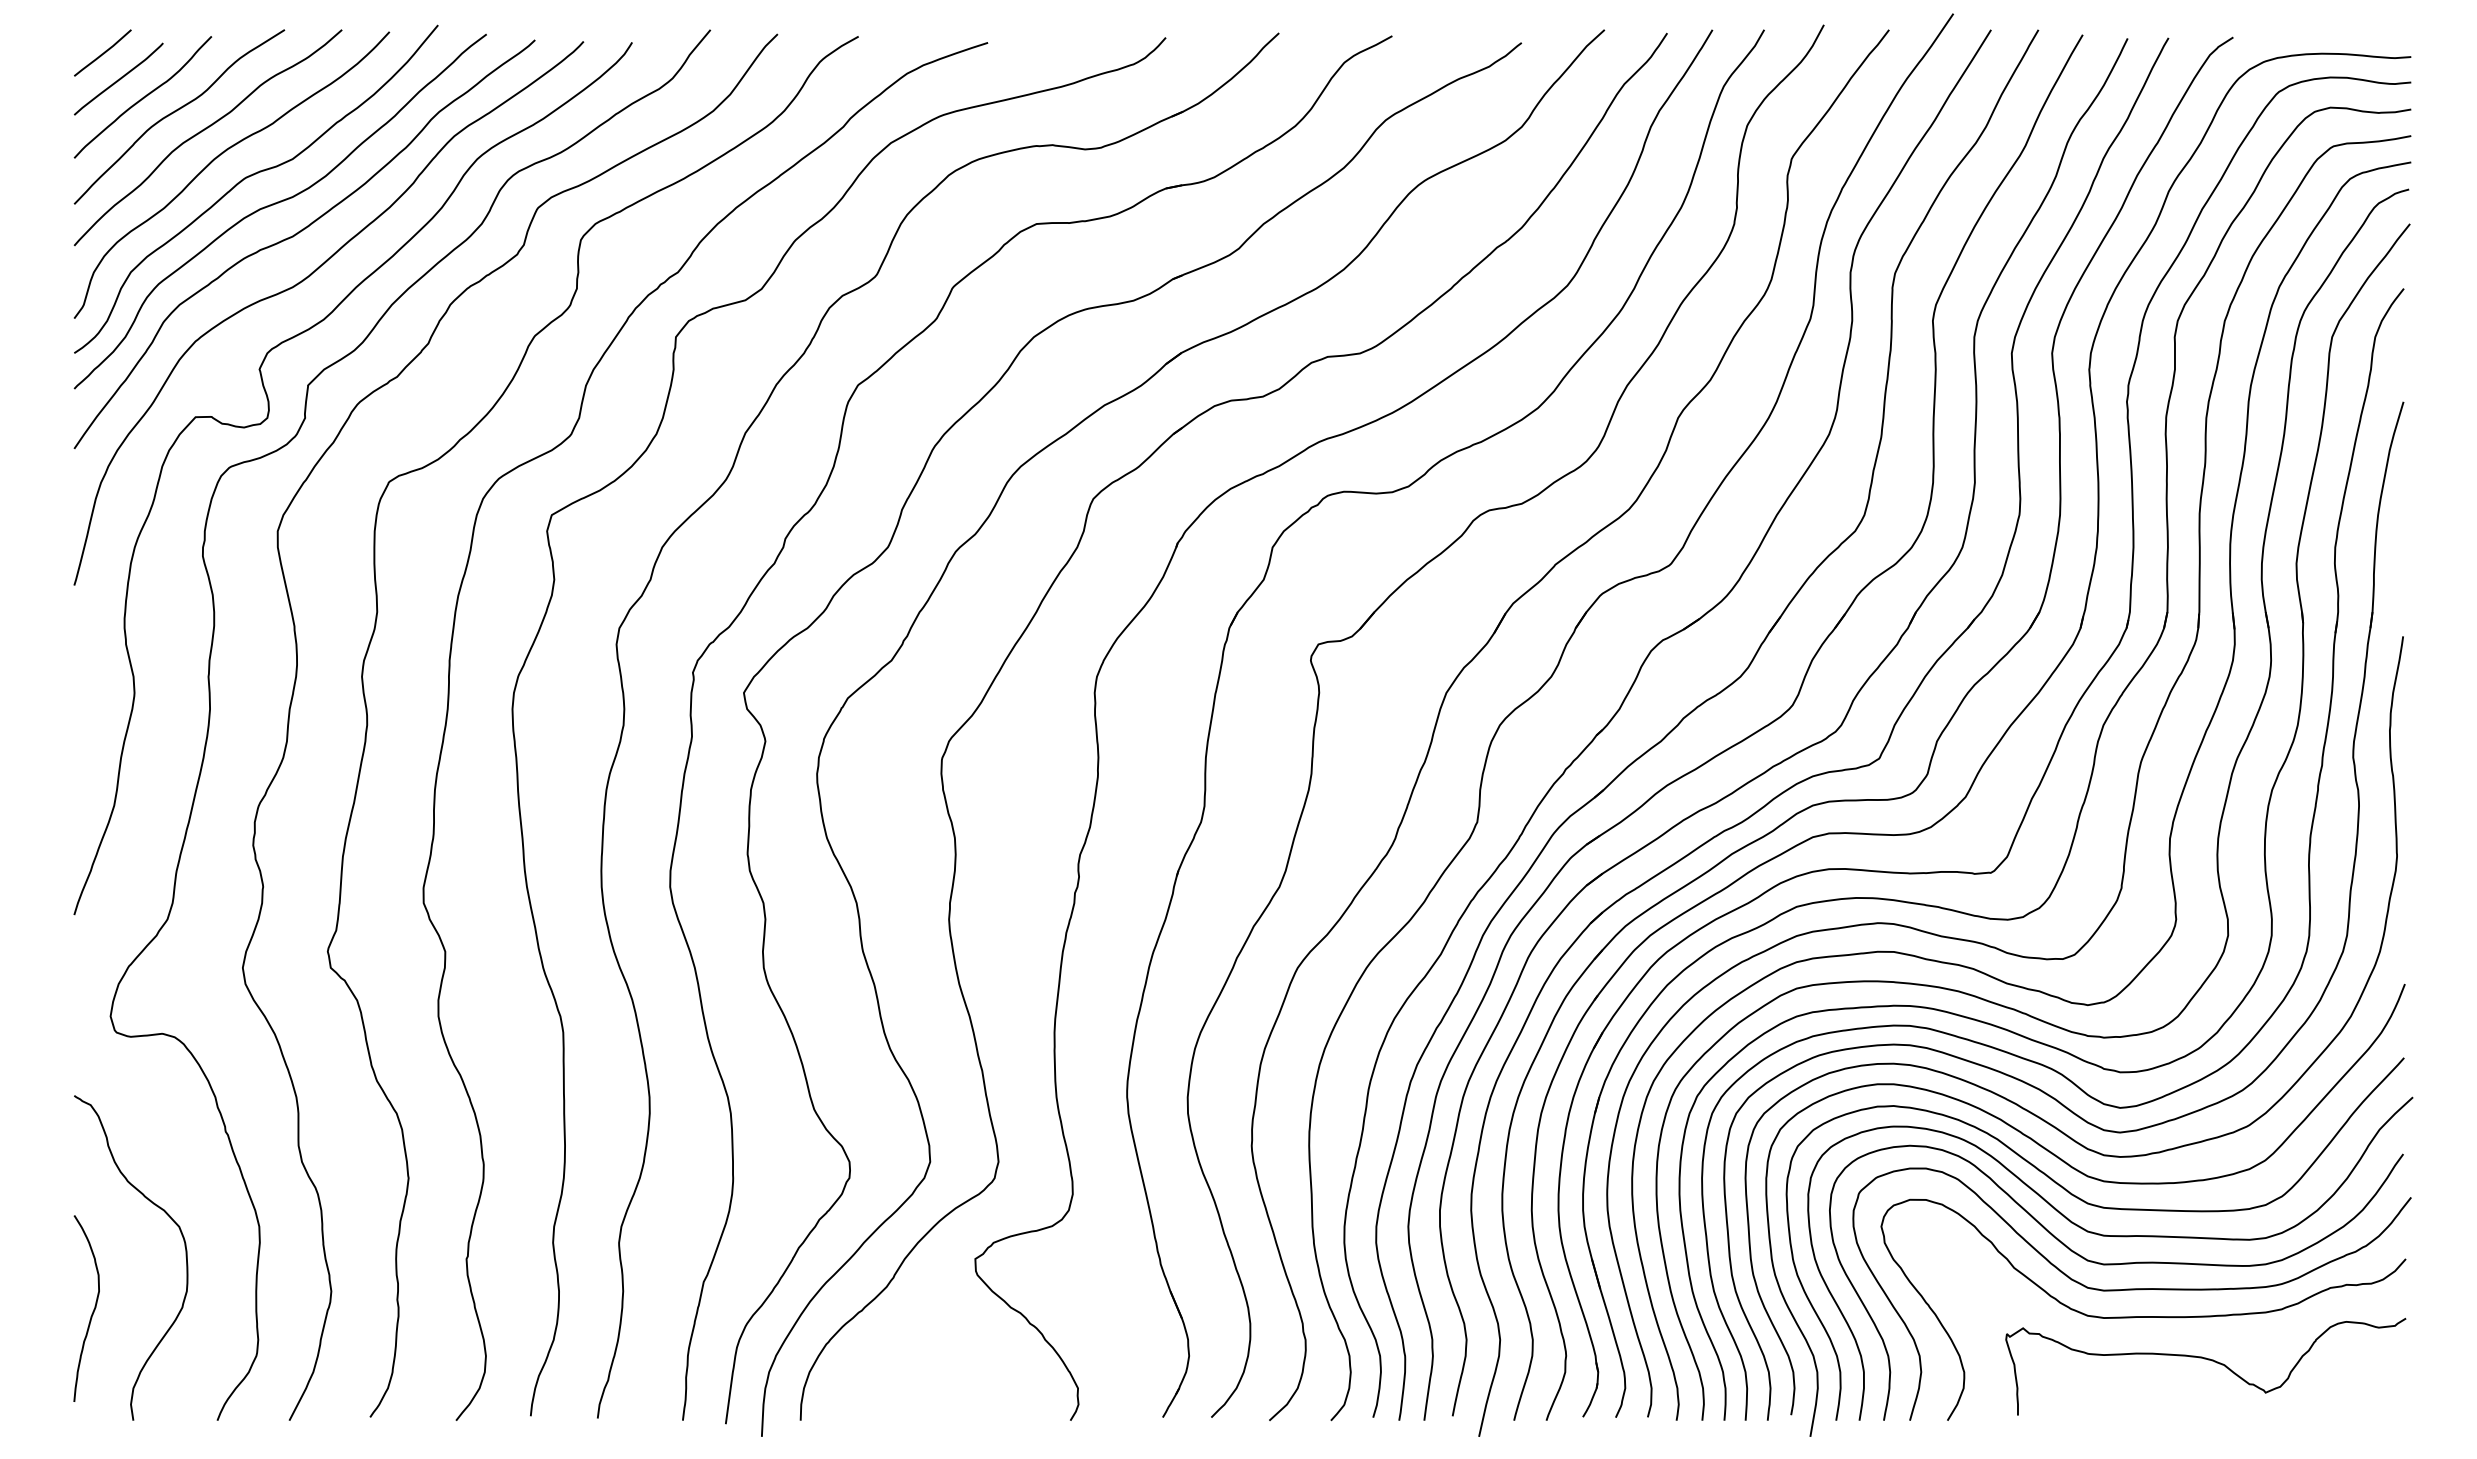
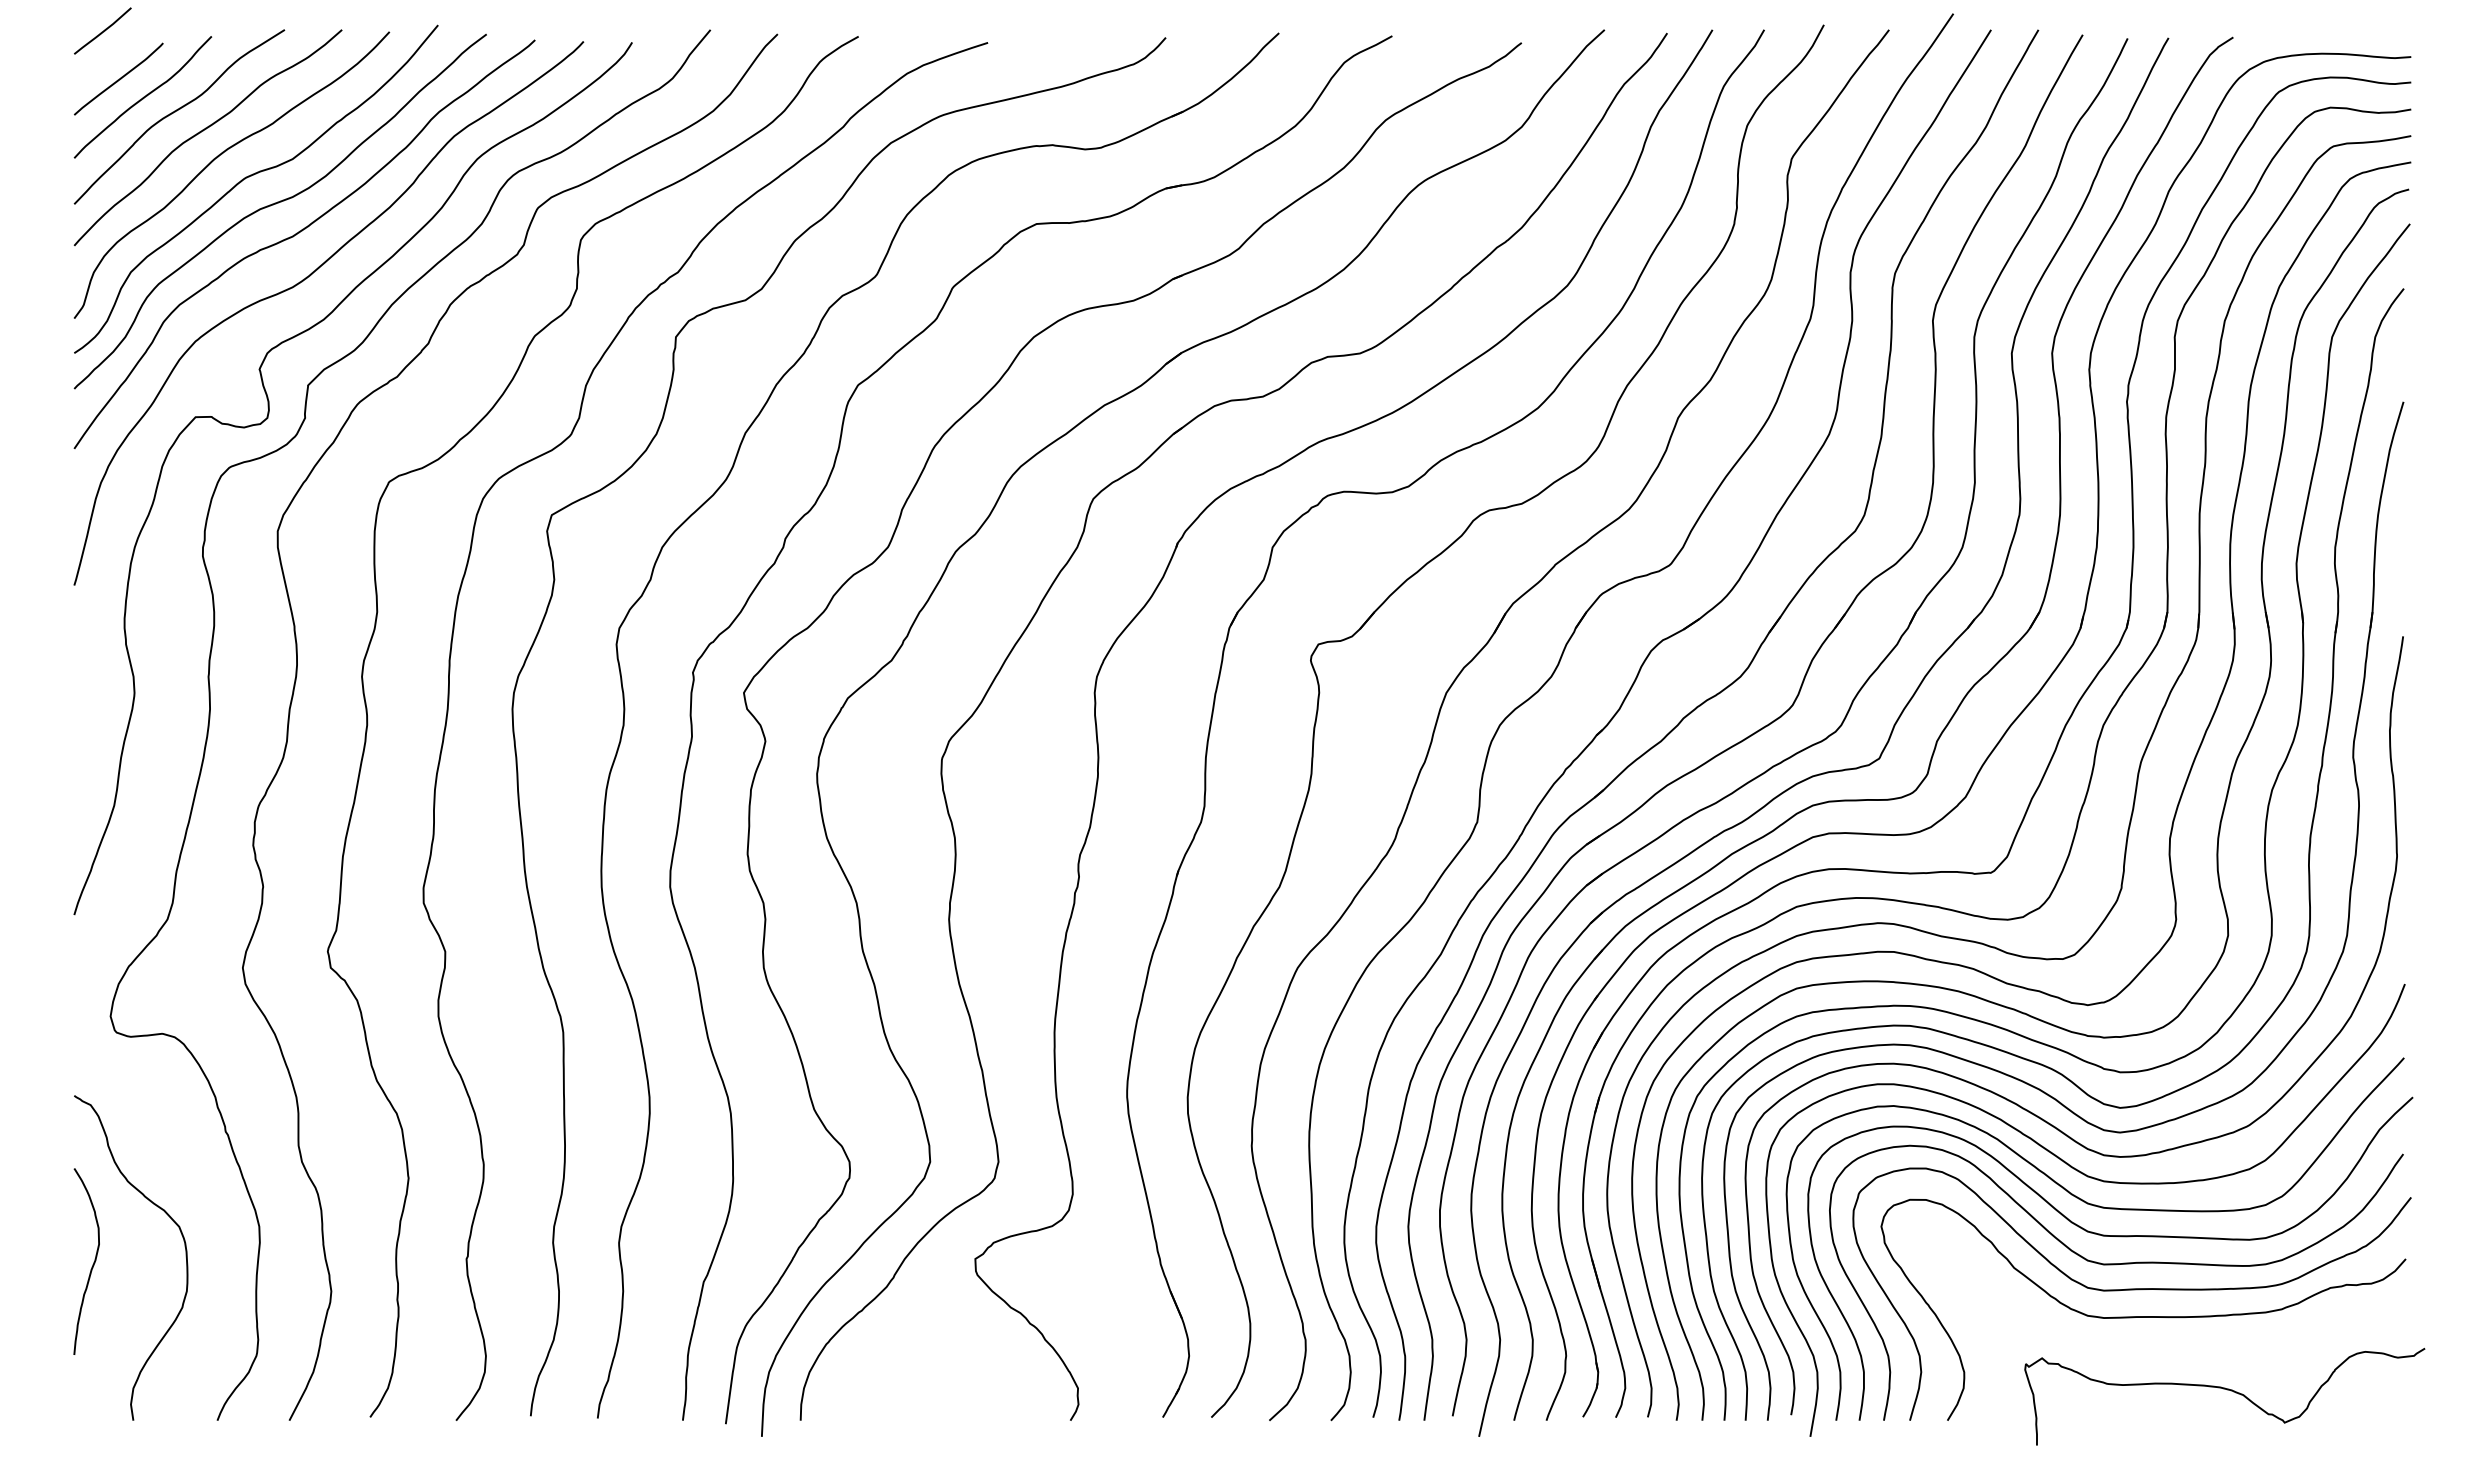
line at (103, 52) position: (103, 52) -> (103, 30)
curve at (92, 1311) position: (92, 1311) -> (92, 1264)
curve at (2208, 1360) position: (2208, 1360) -> (2227, 1390)
